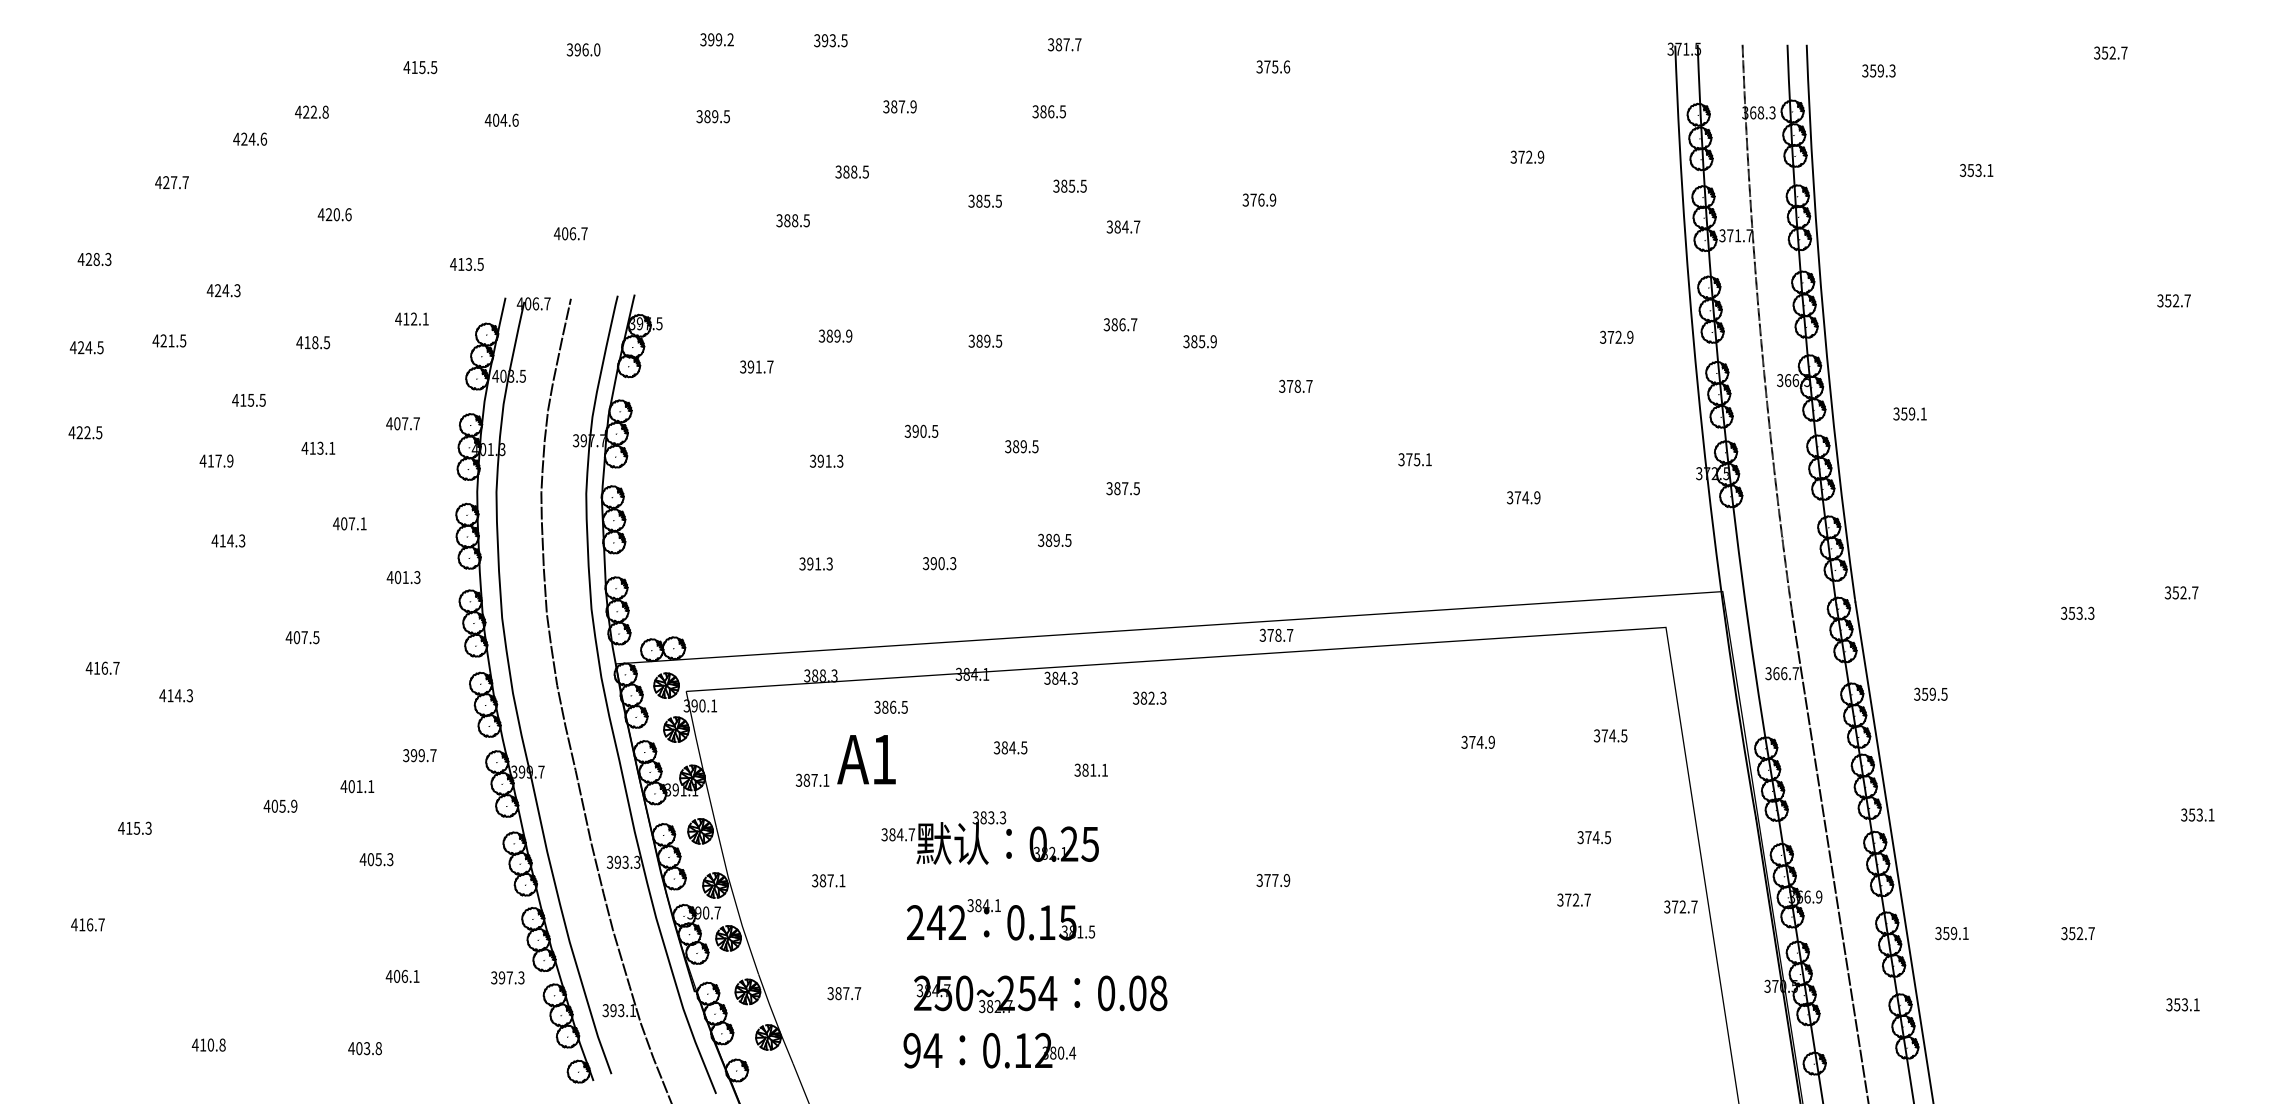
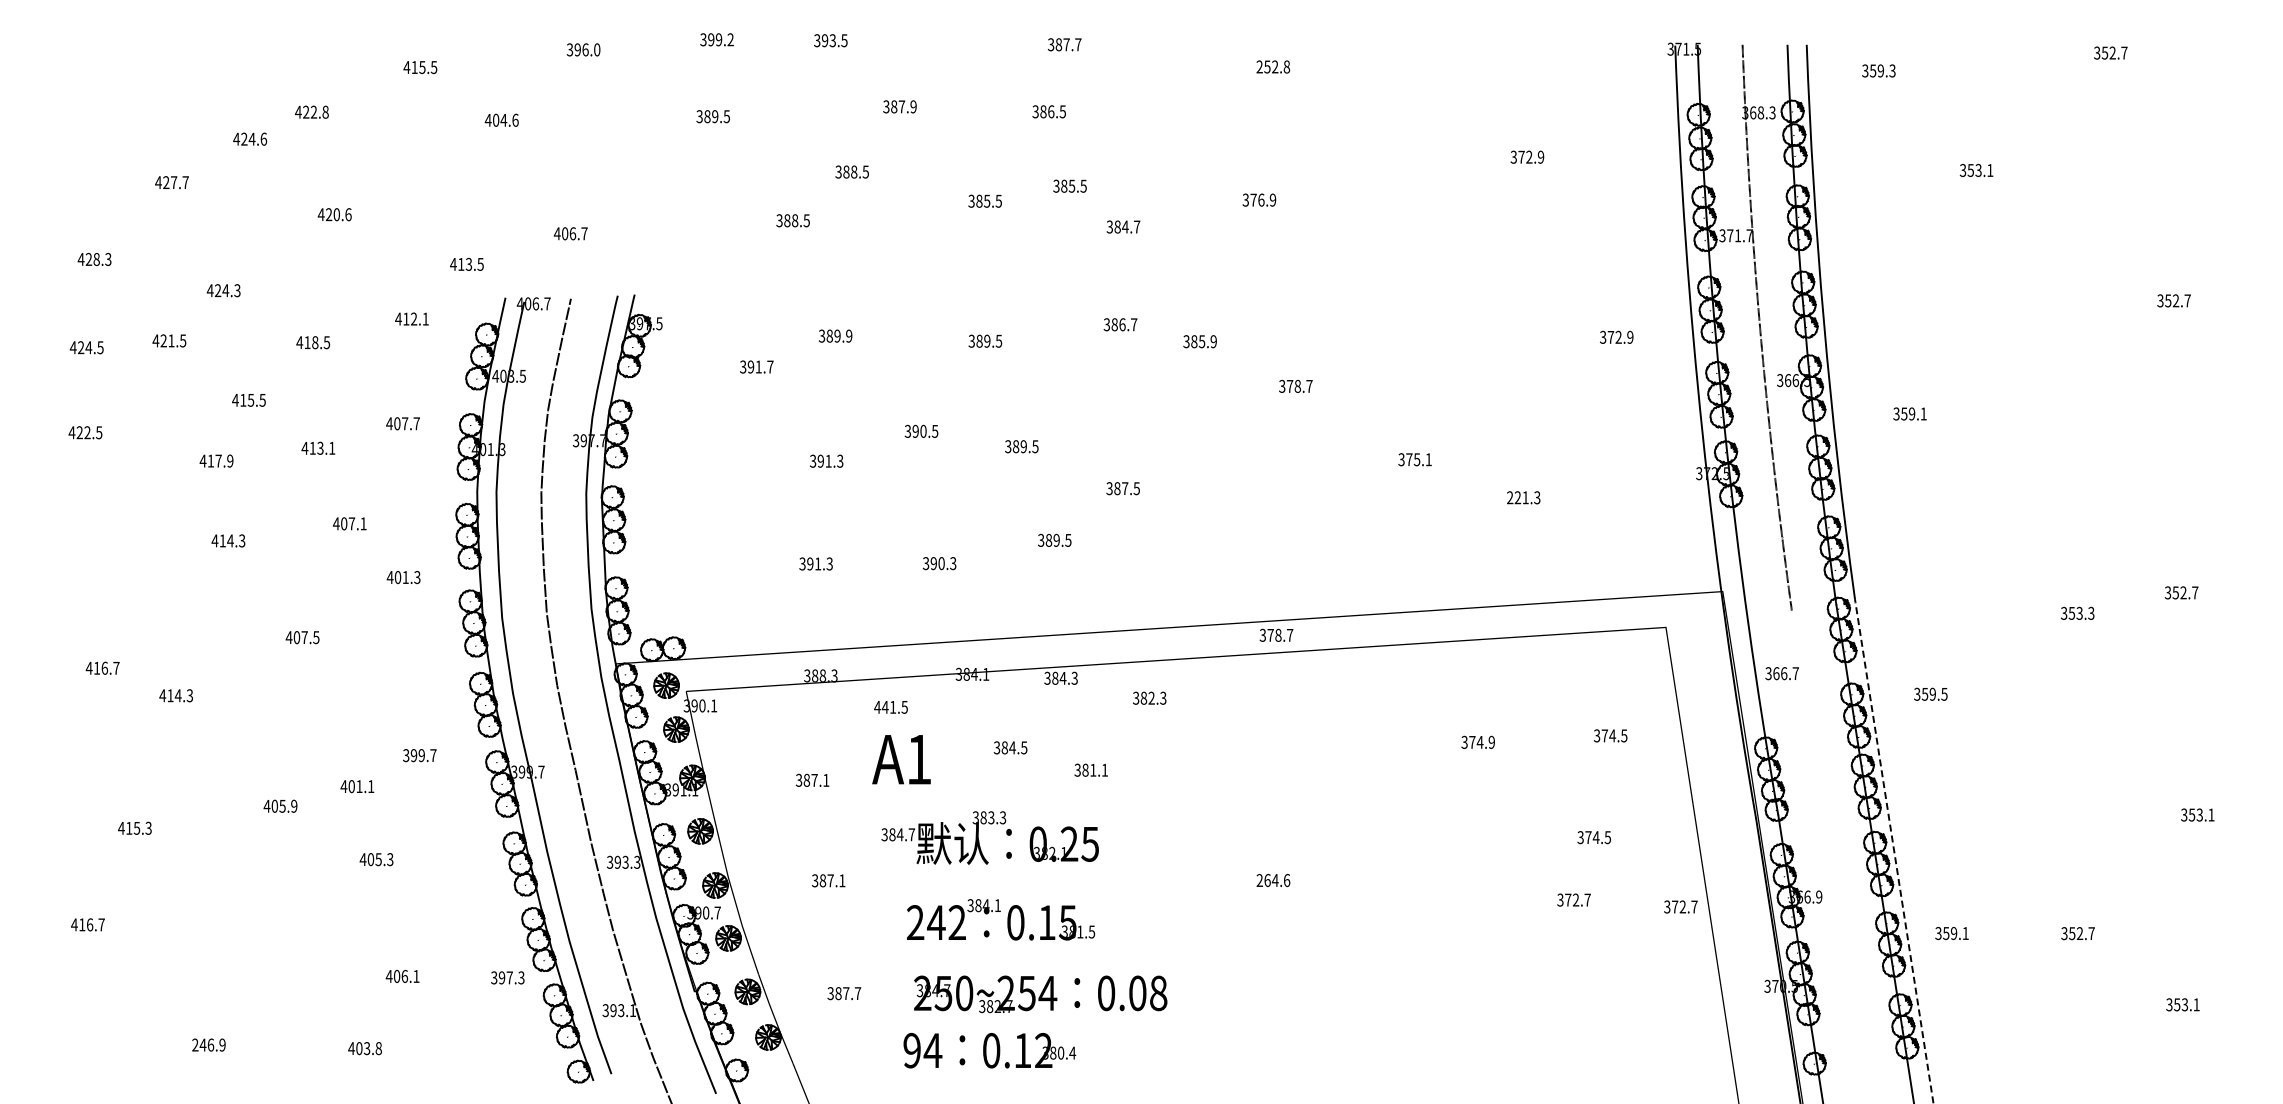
text at (1273, 66): 375.6 -> 252.8
text at (1523, 497): 374.9 -> 221.3
text at (885, 706): 386.5 -> 441.5
text at (866, 759) position: (866, 759) -> (901, 759)
line at (1894, 852): solid -> dashed
line at (1829, 854): present -> none
text at (1273, 880): 377.9 -> 264.6
text at (208, 1044): 410.8 -> 246.9
